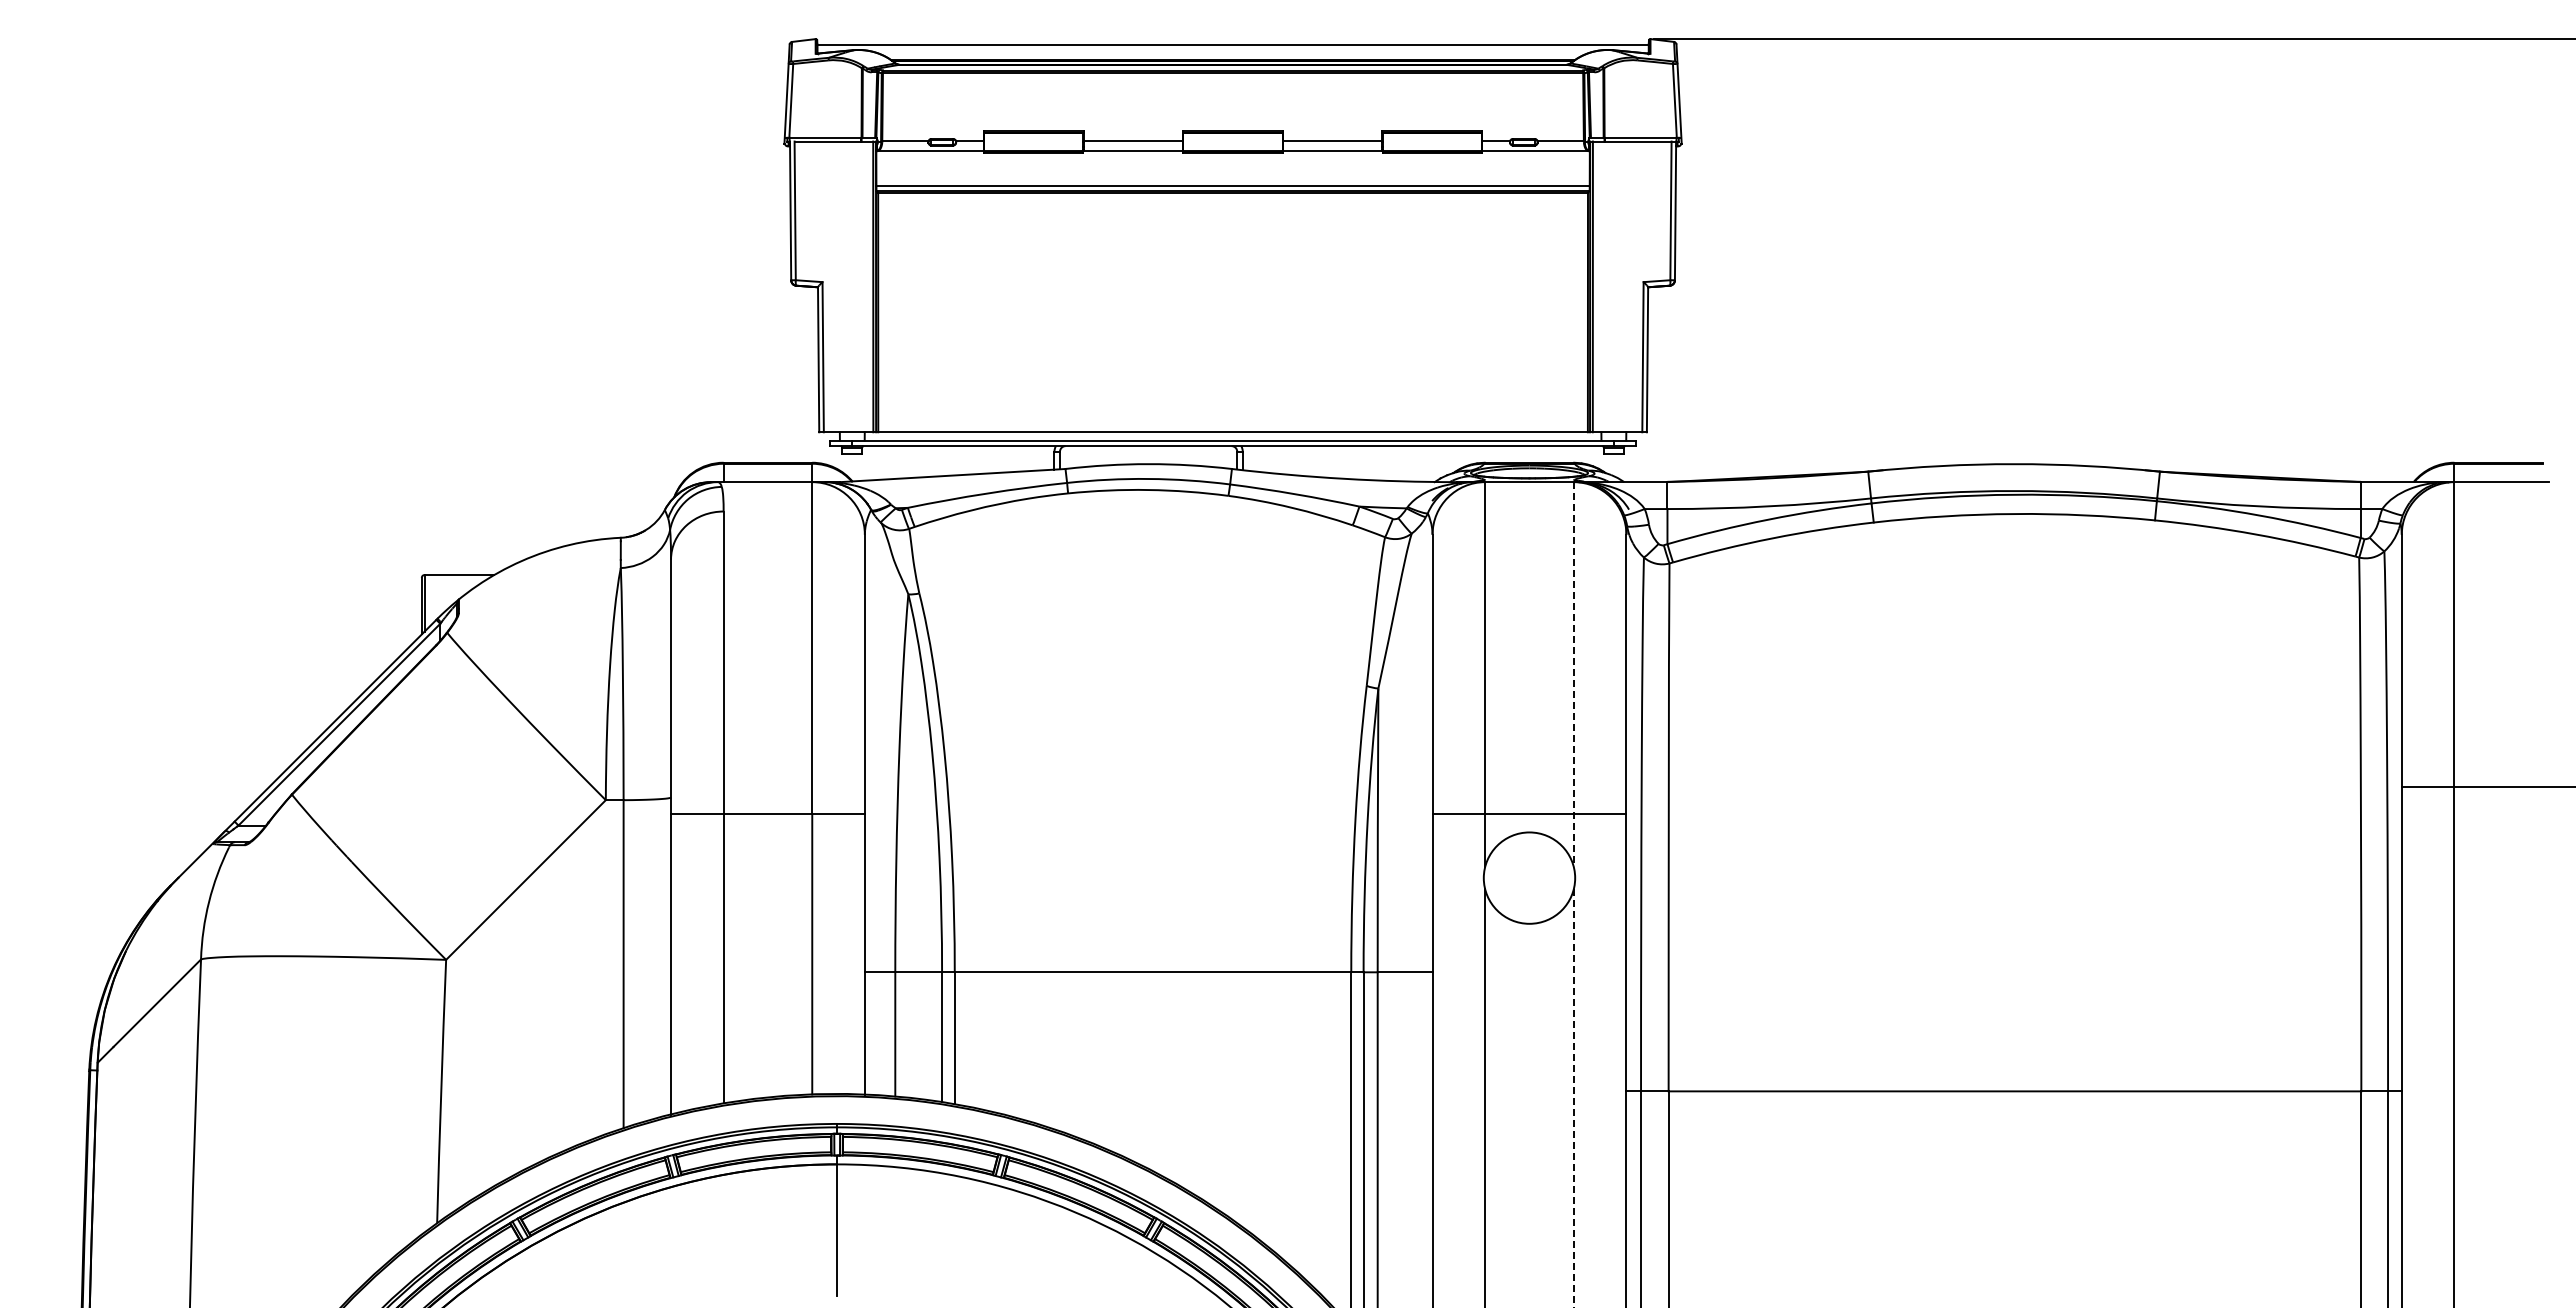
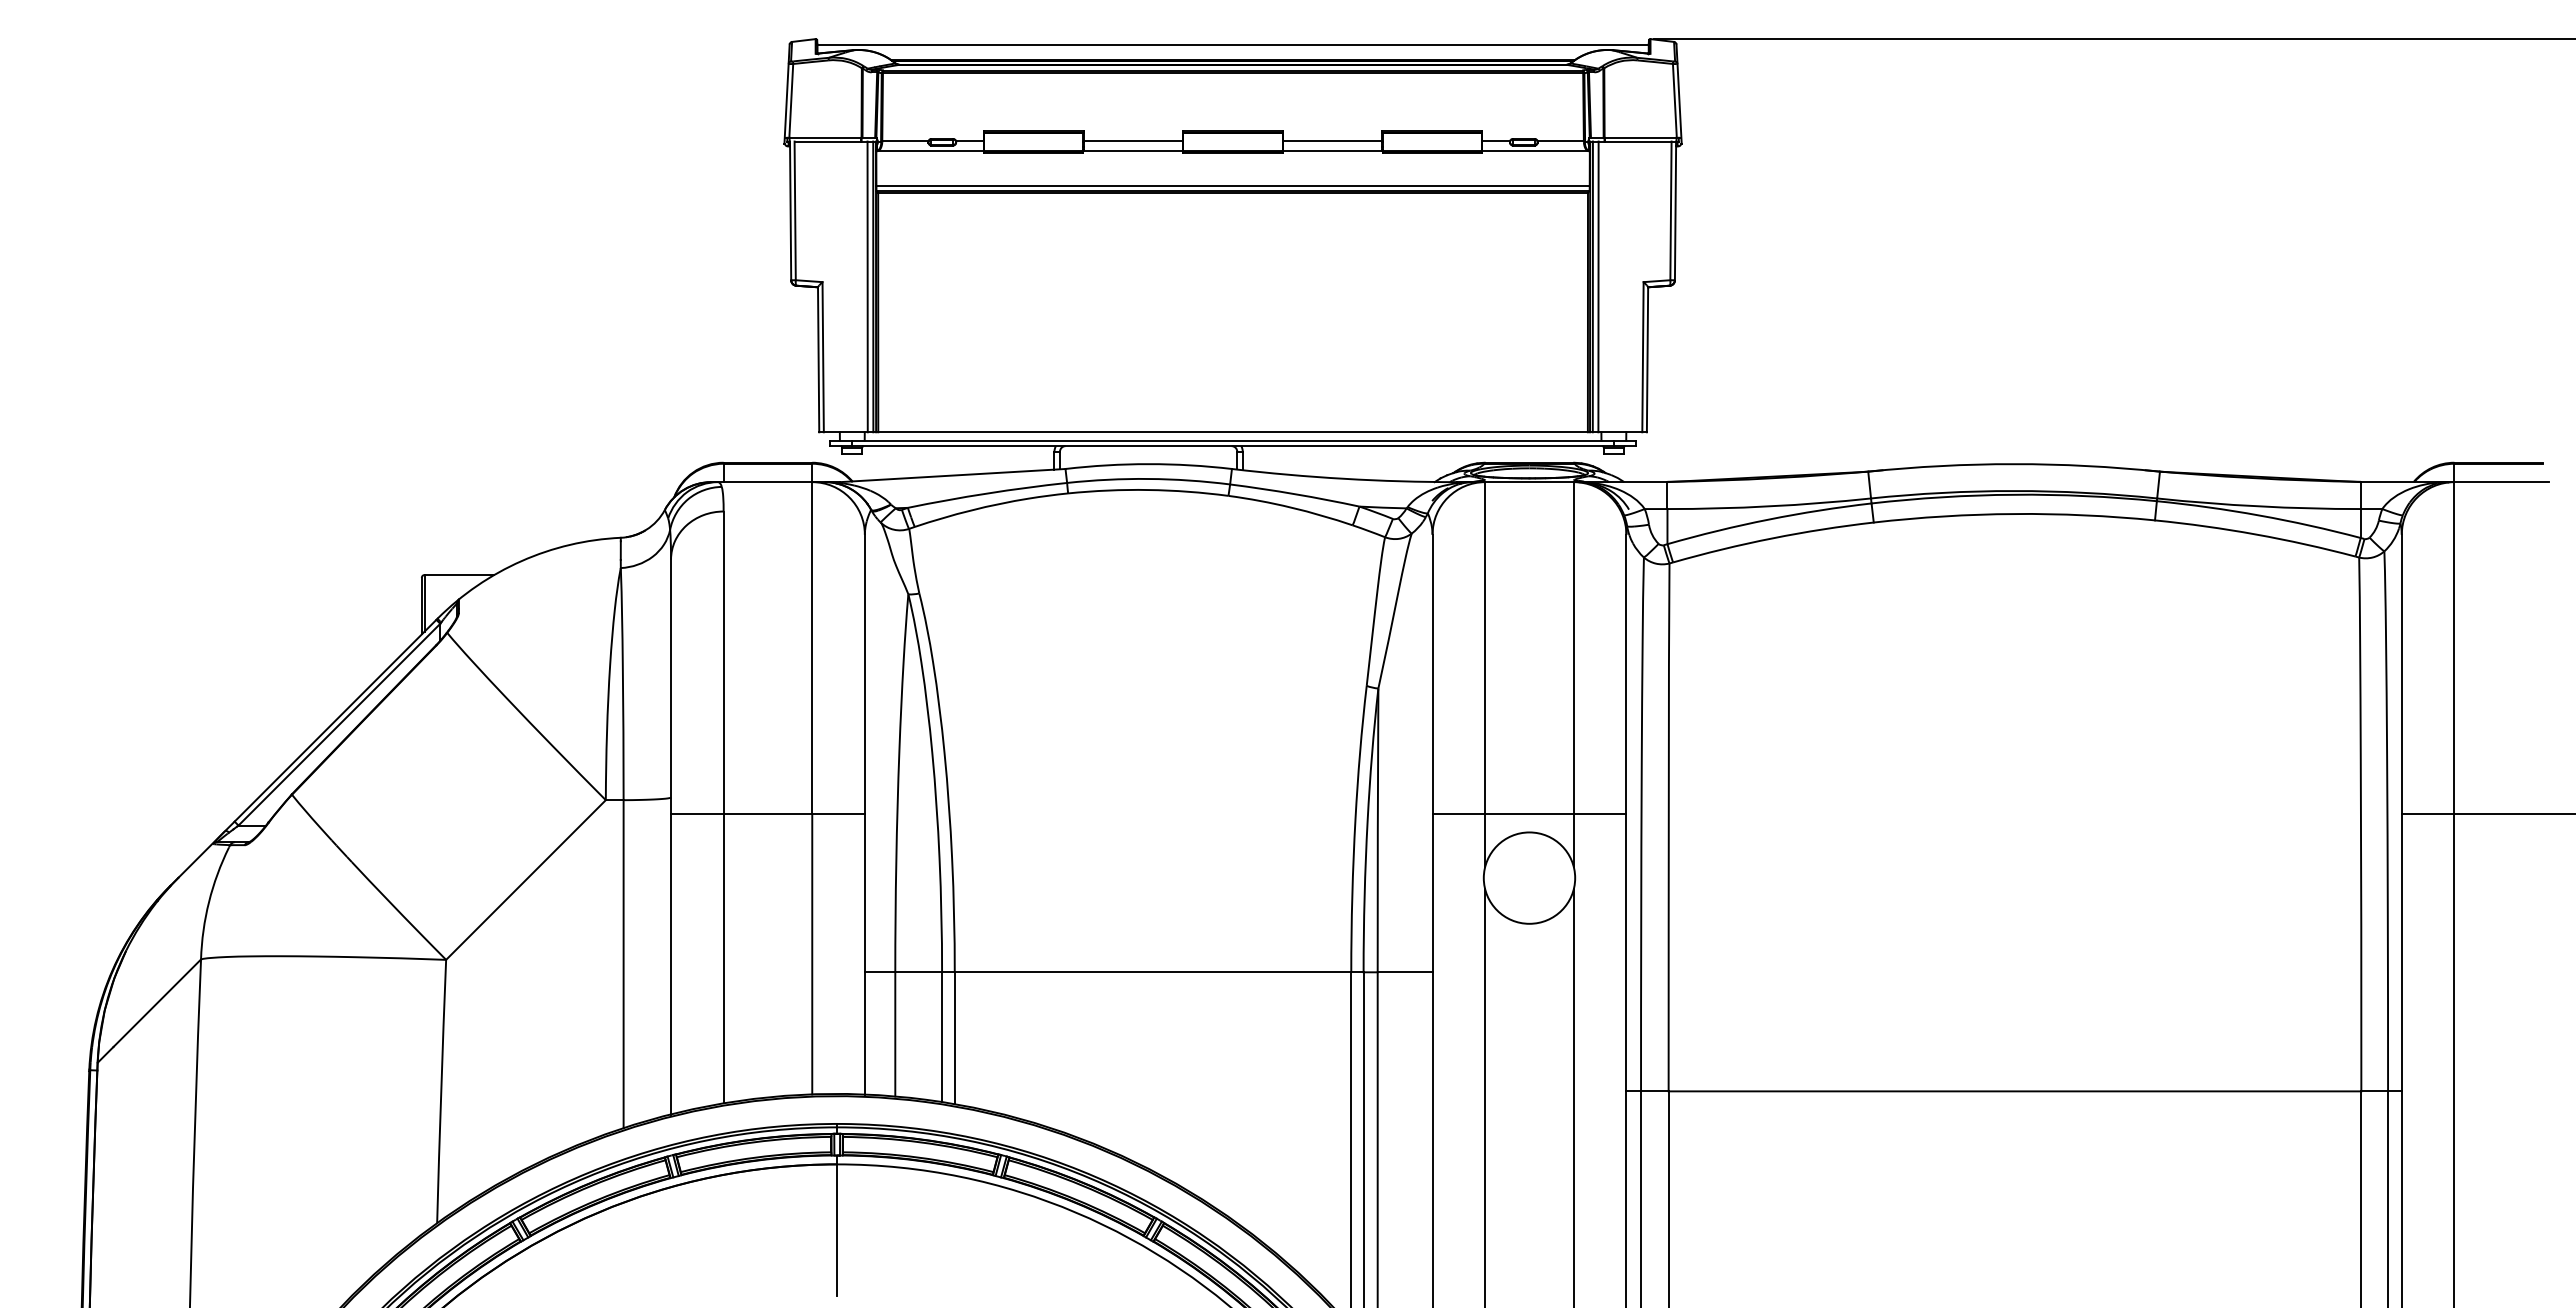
line at (867, 286): none -> present
line at (1598, 286): none -> present
line at (1573, 675): dashed -> solid
line at (2486, 787) position: (2486, 787) -> (2486, 814)
line at (1573, 1098): dashed -> solid
